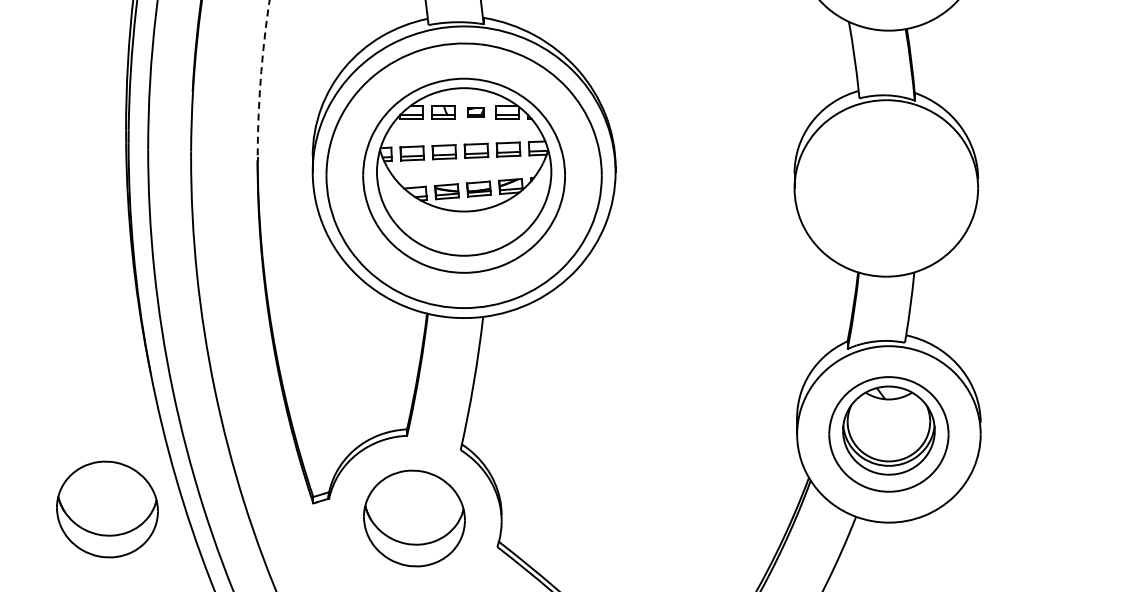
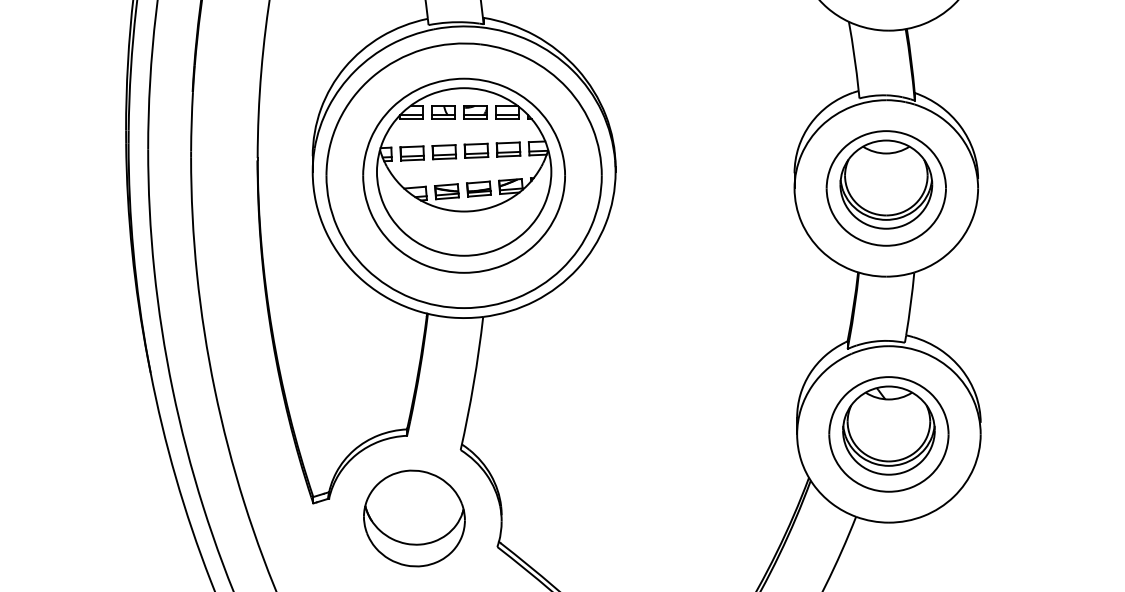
arc at (260, 78): dashed -> solid
part at (475, 112) size: 18x11 px -> 25x15 px
part at (885, 188): none -> present
part at (107, 509): present -> none
